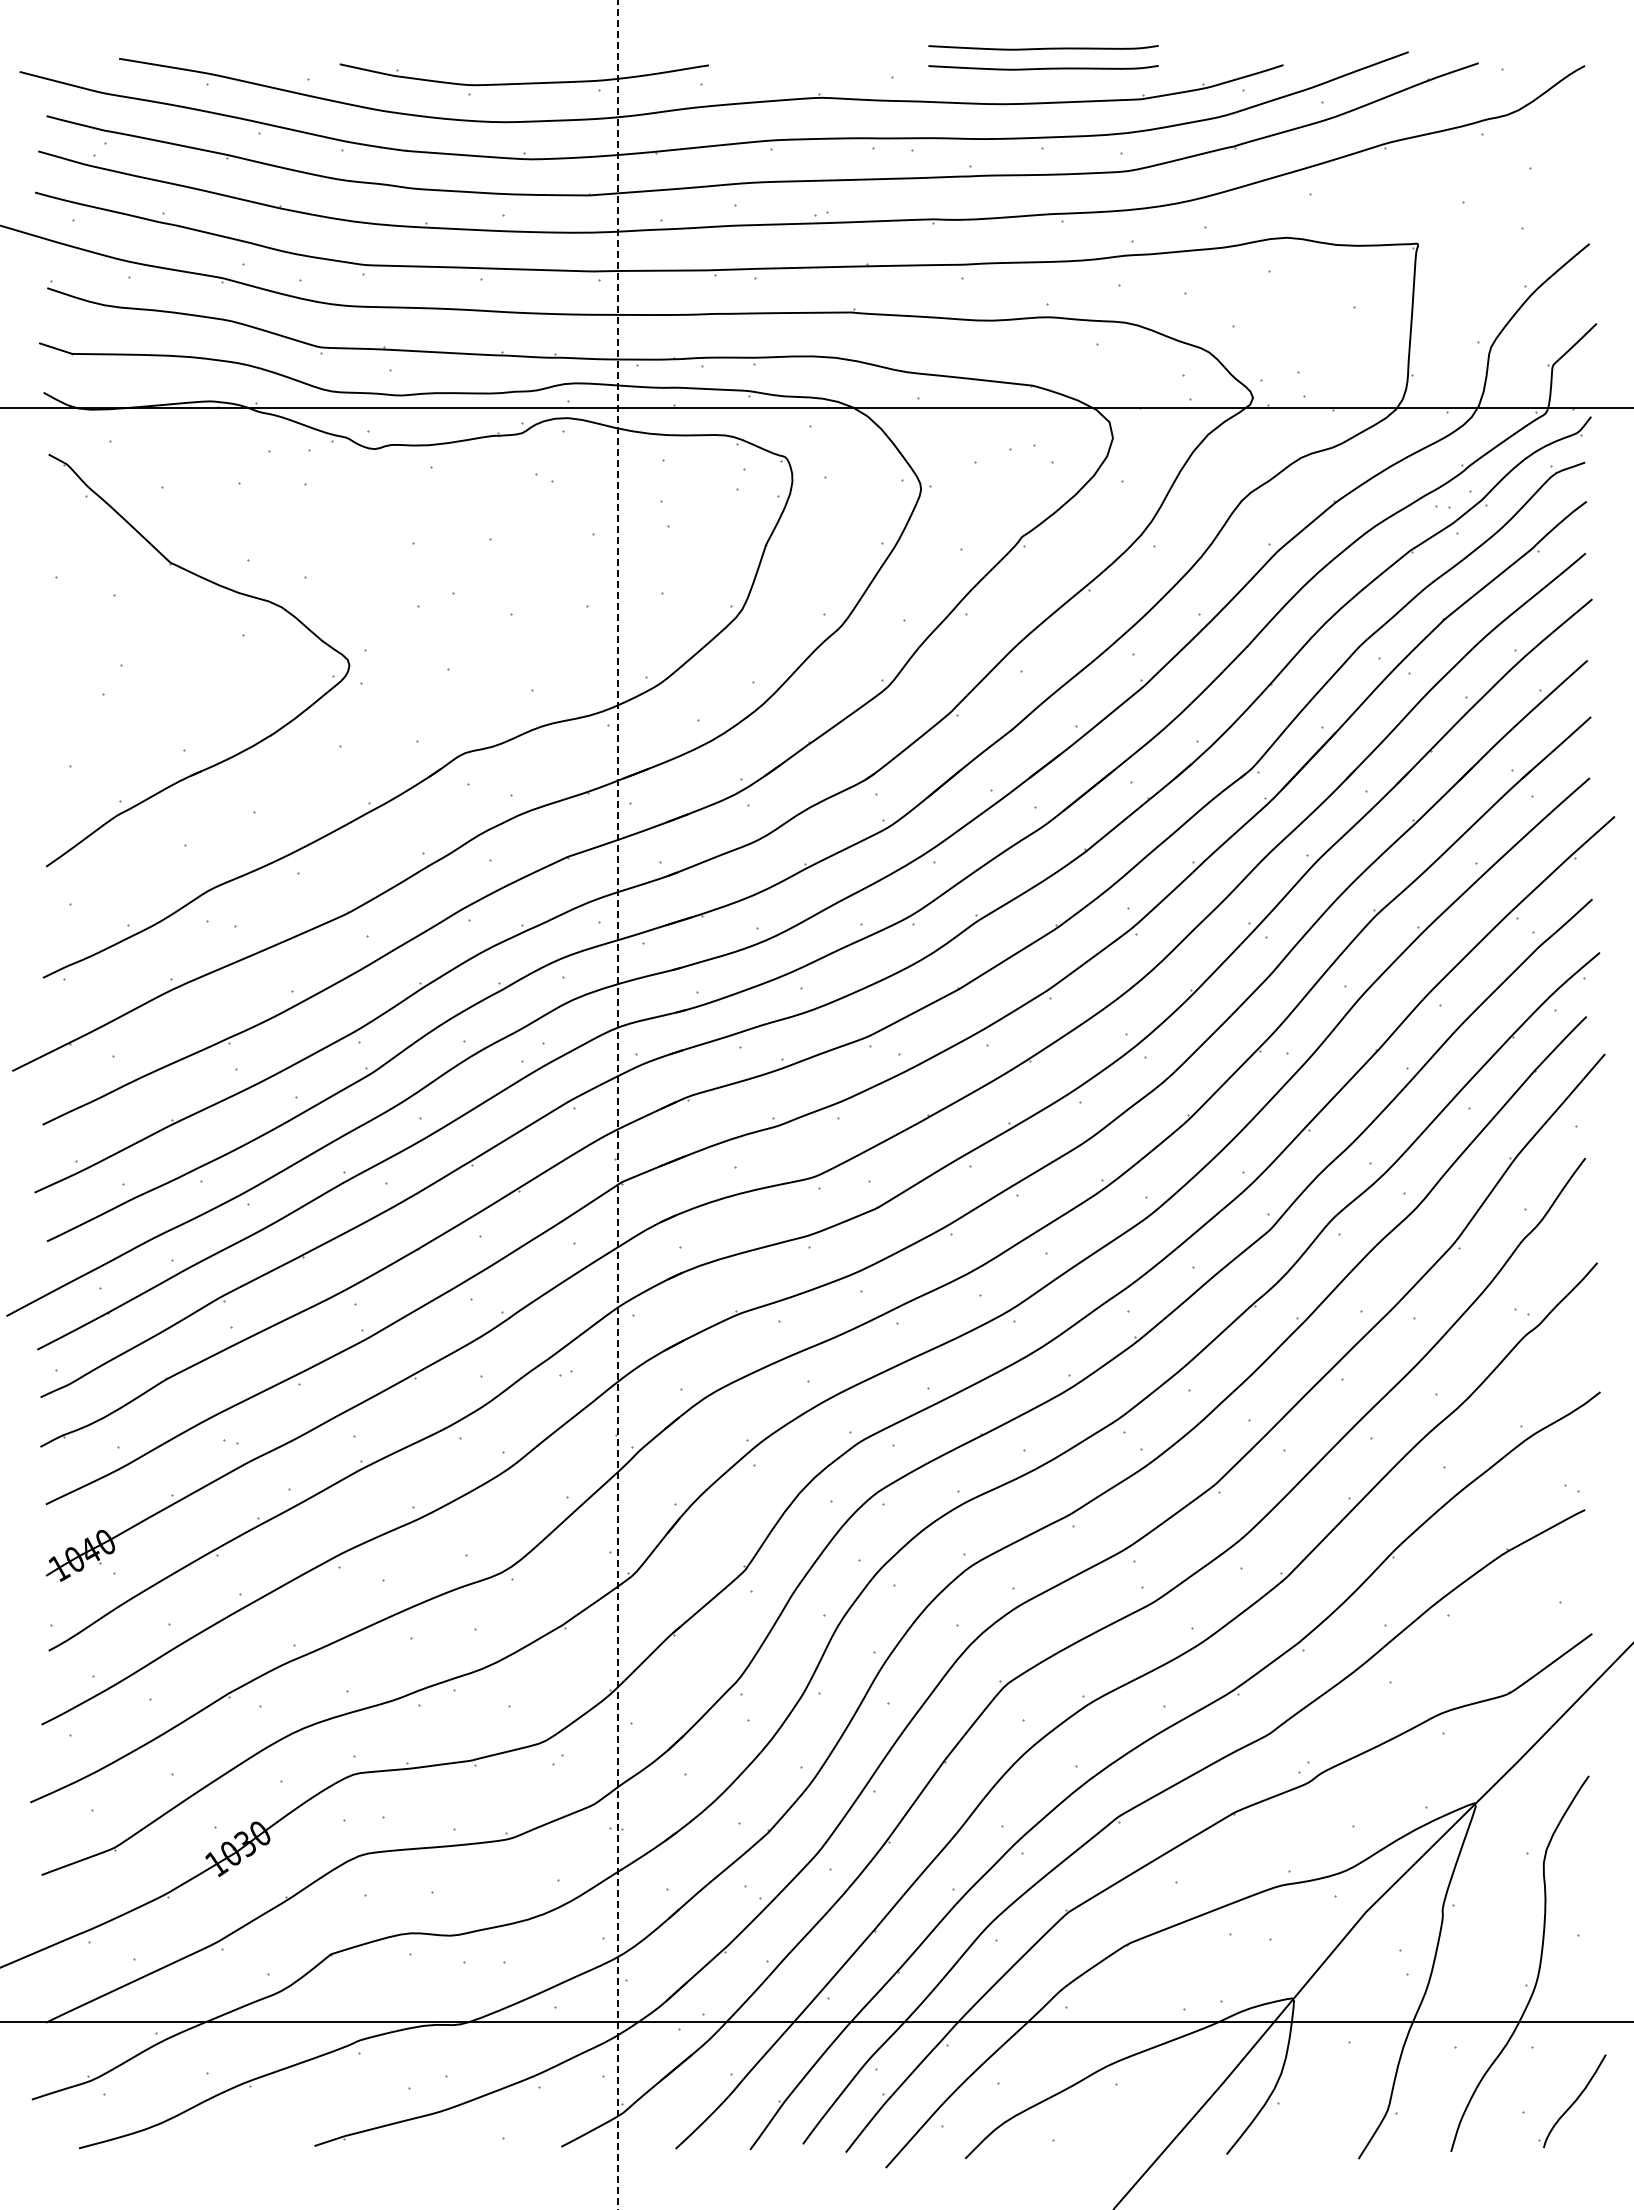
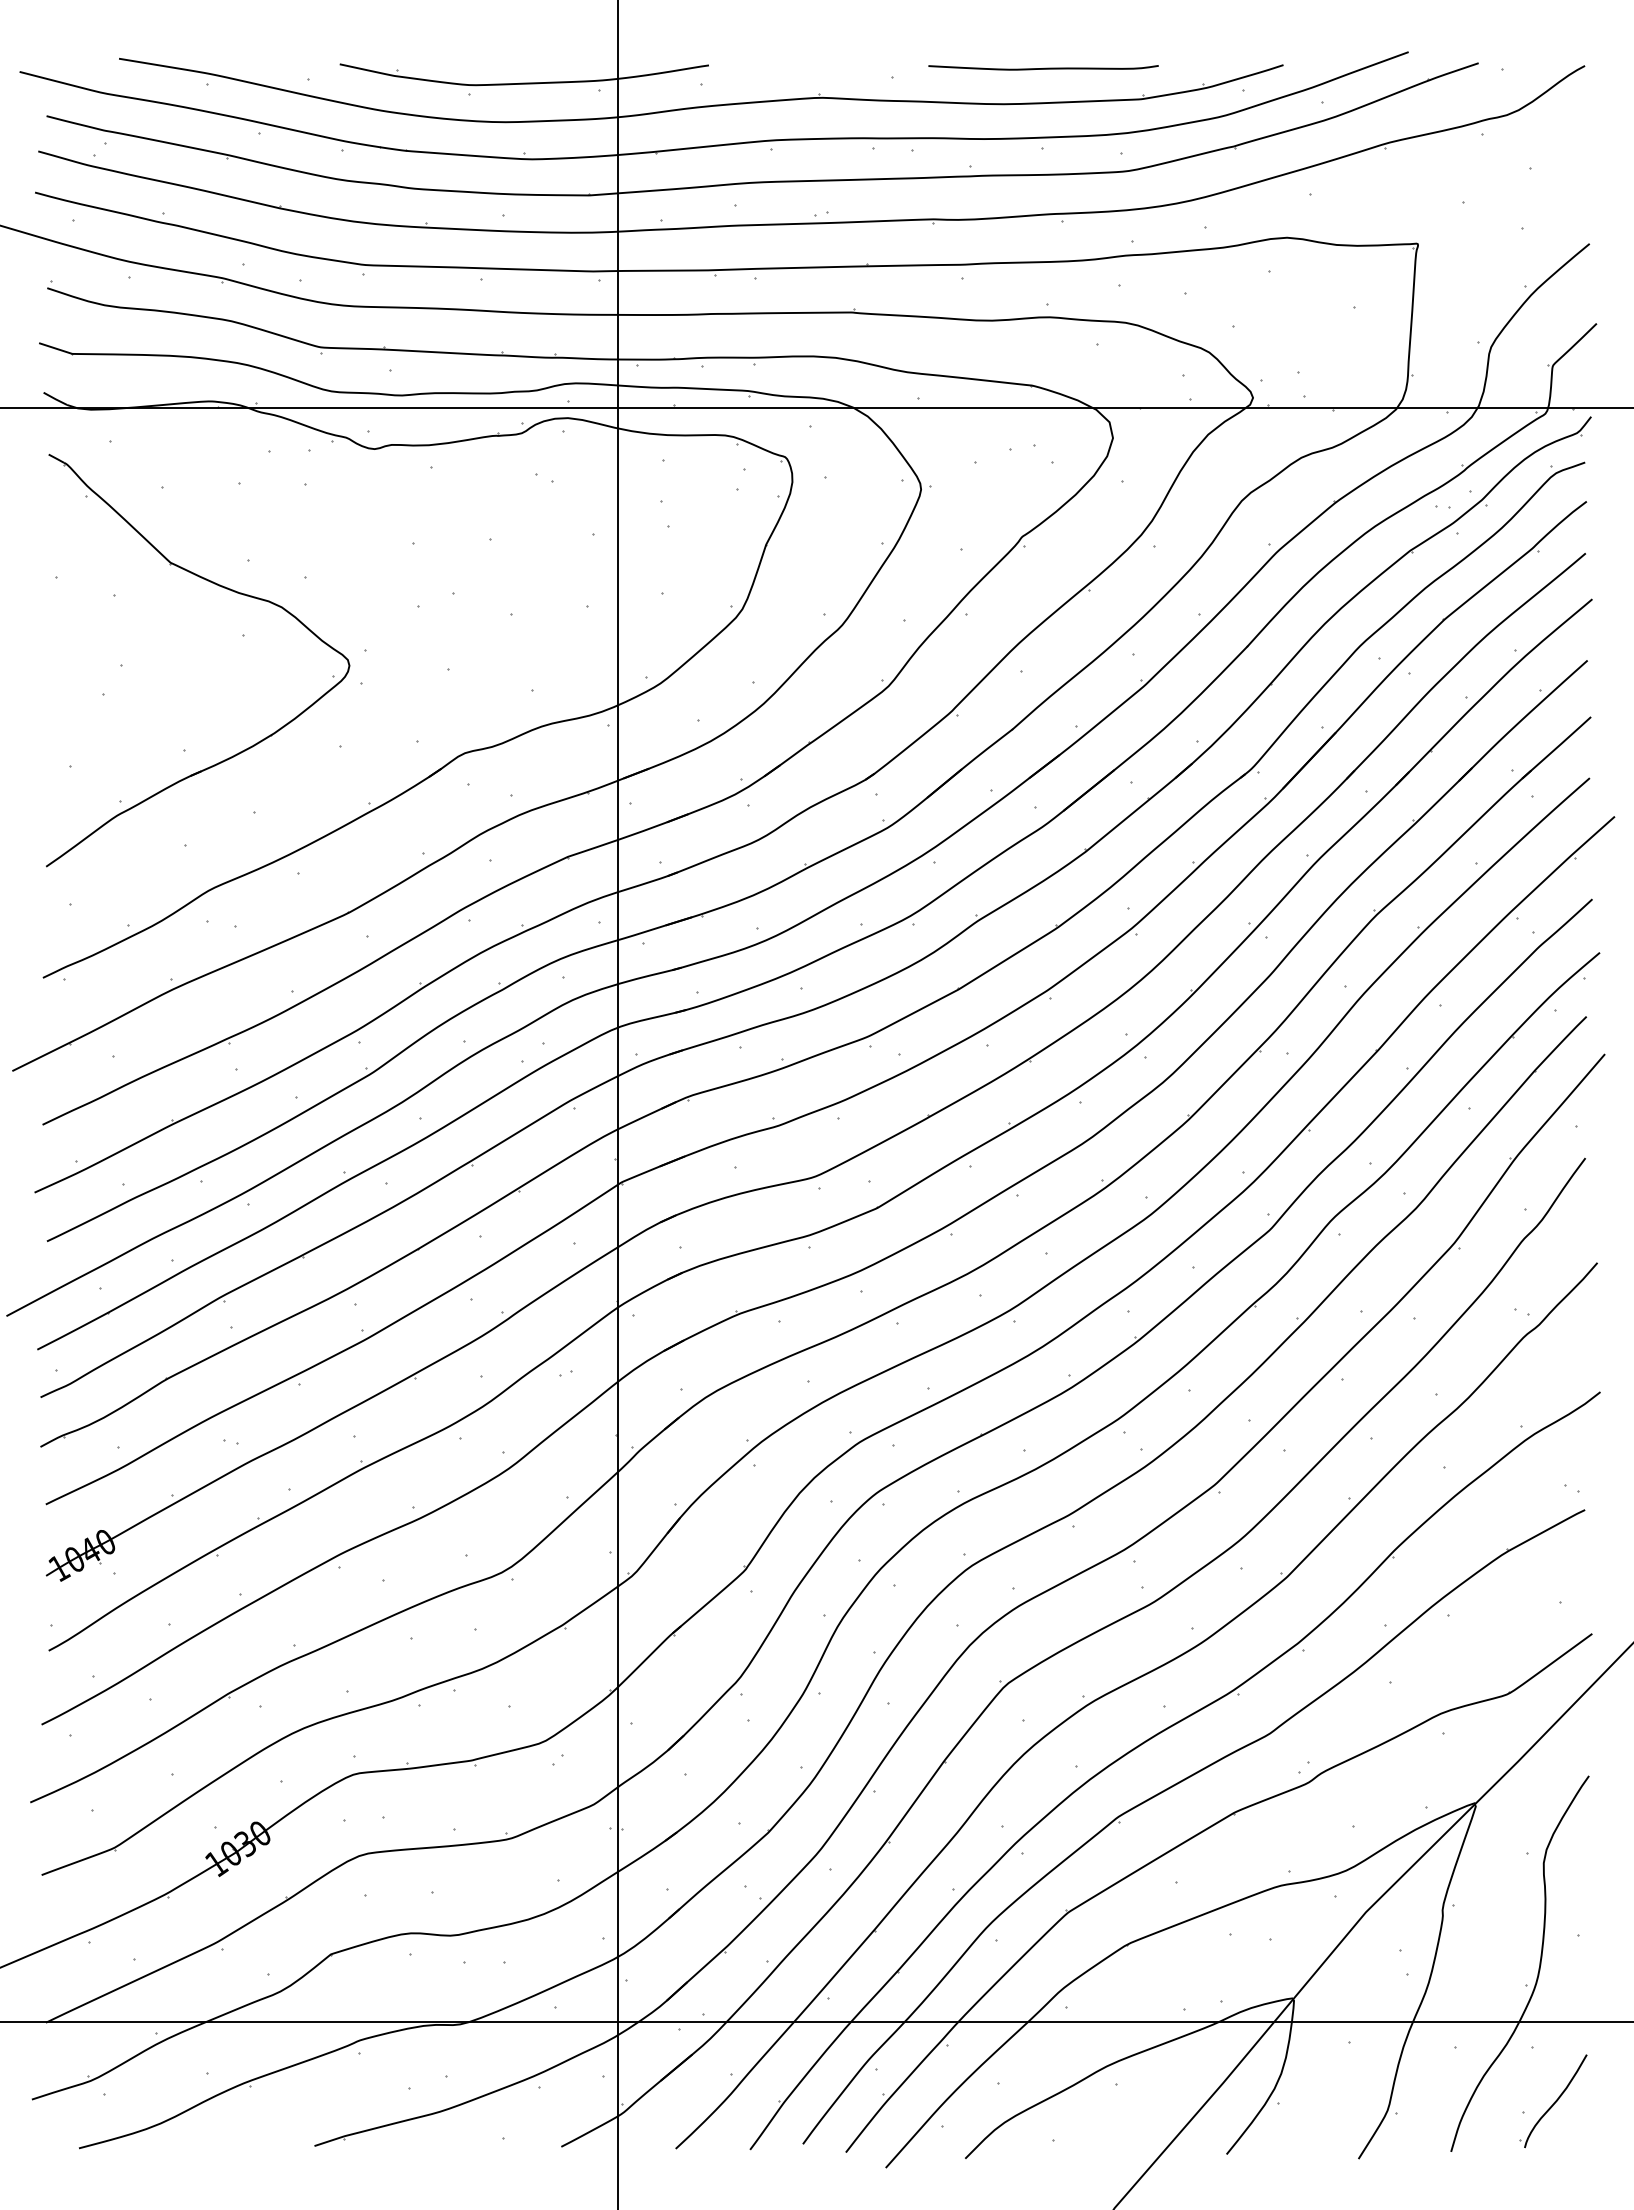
curve at (1044, 47): present -> none
line at (617, 1105): dashed -> solid
part at (1572, 2101) position: (1572, 2101) -> (1553, 2101)
